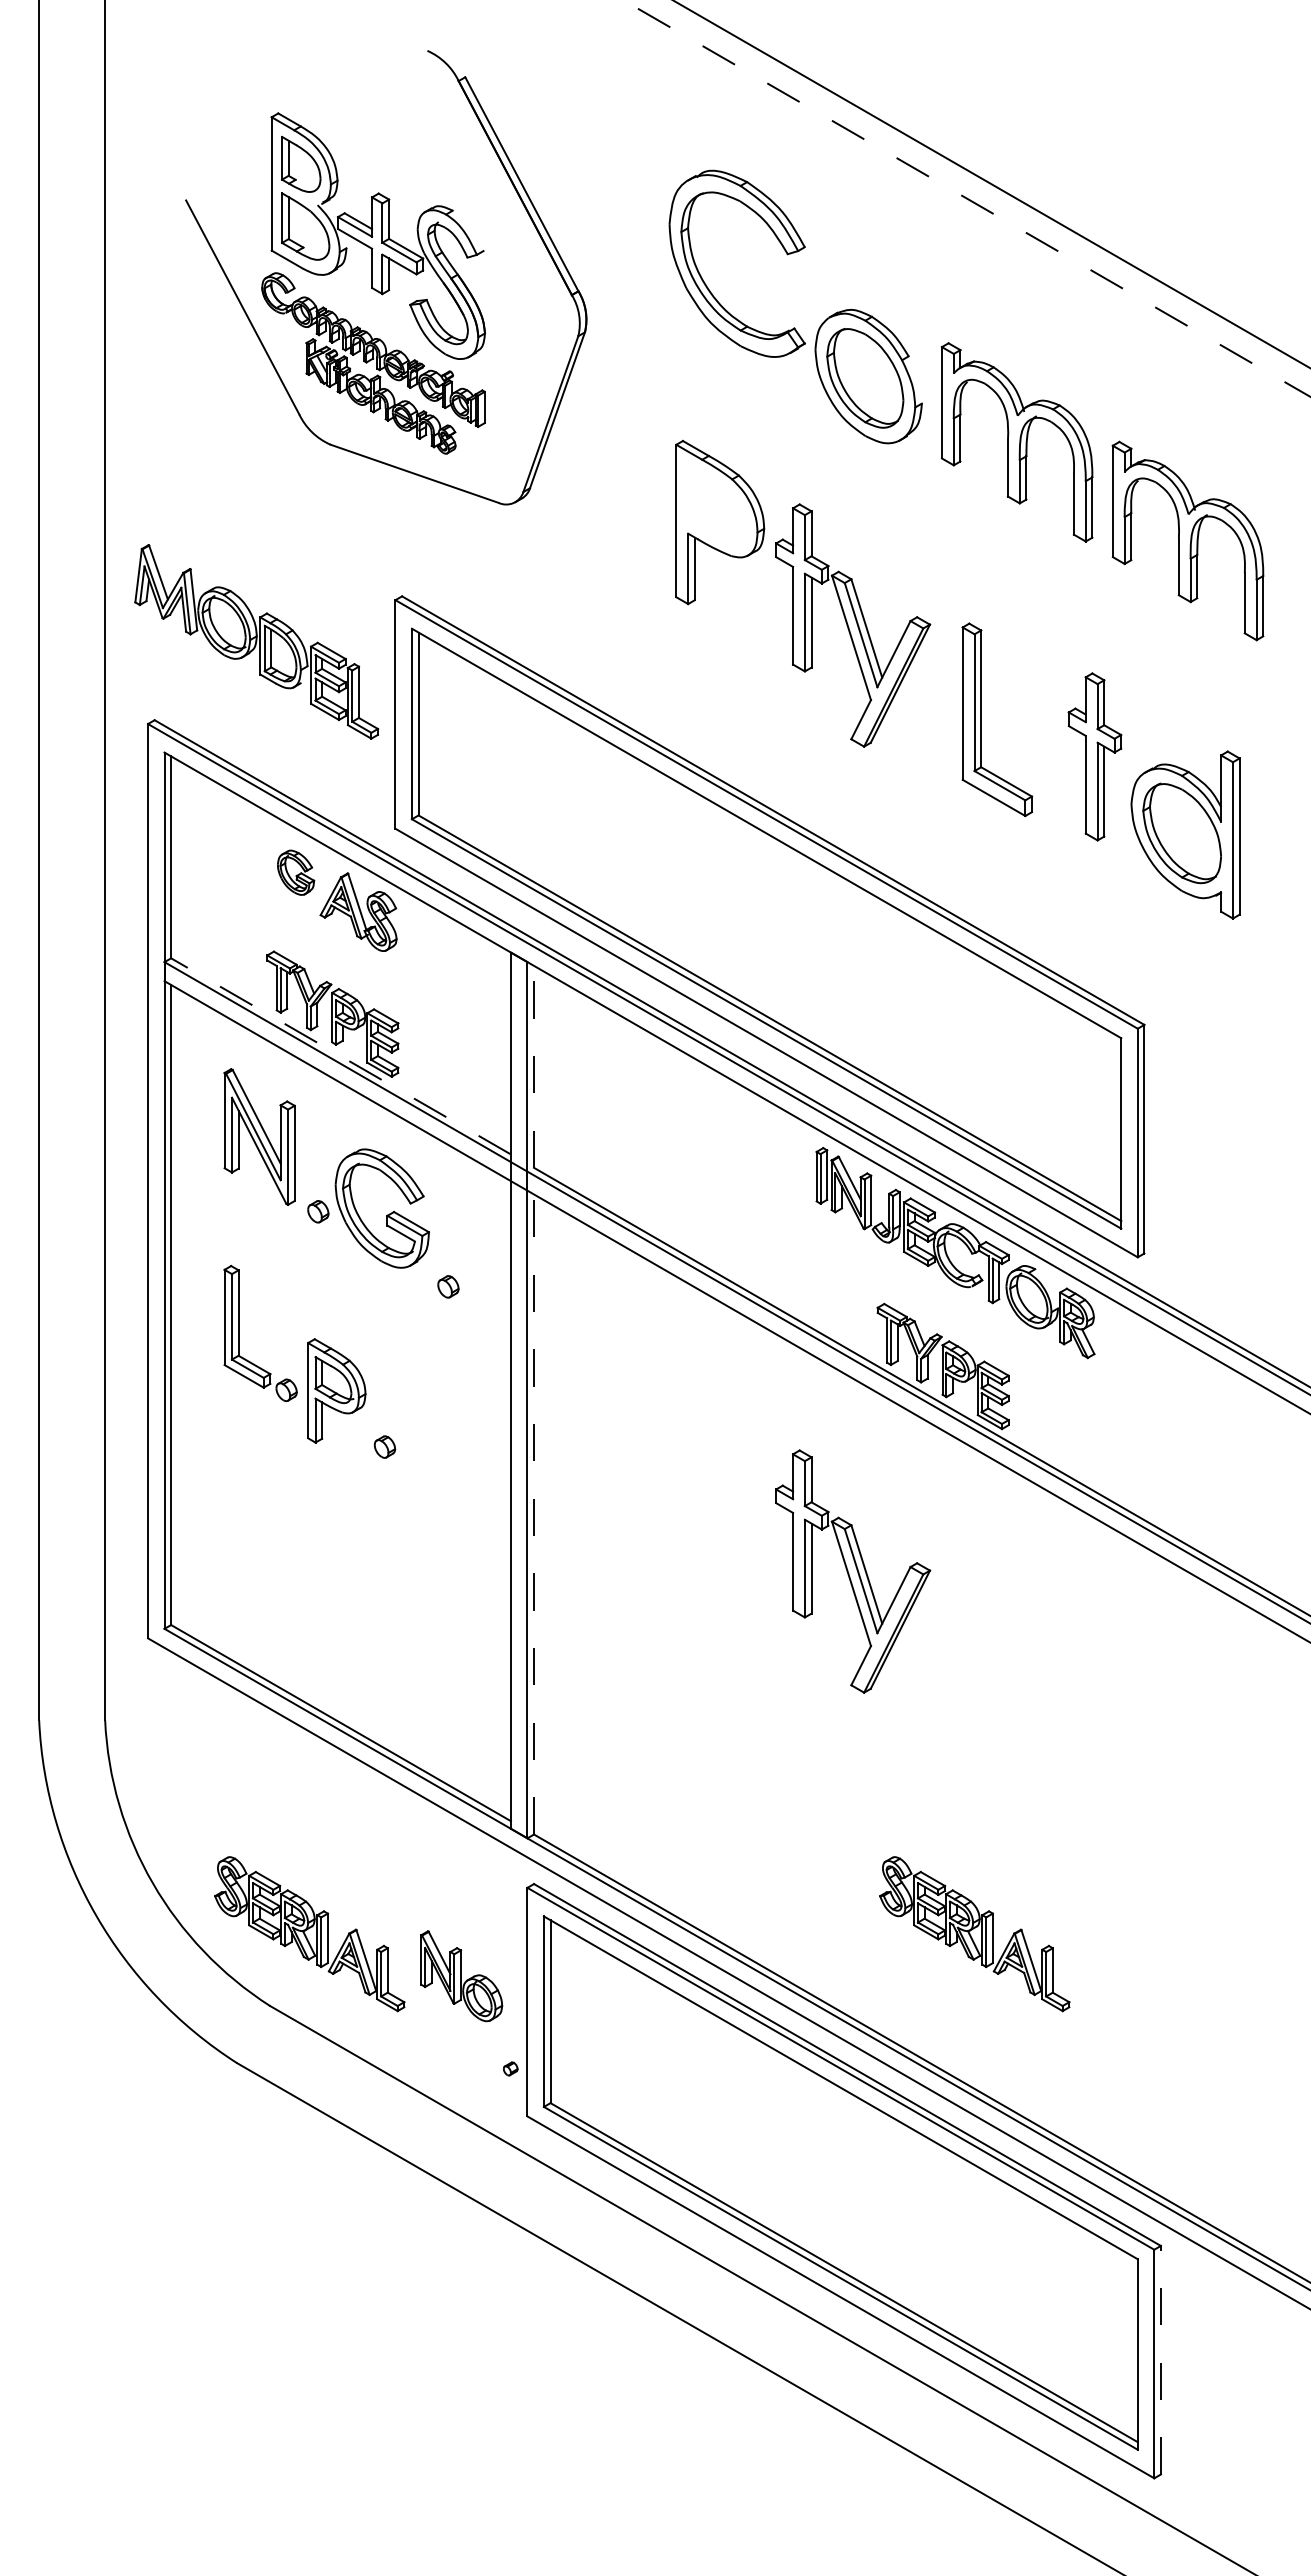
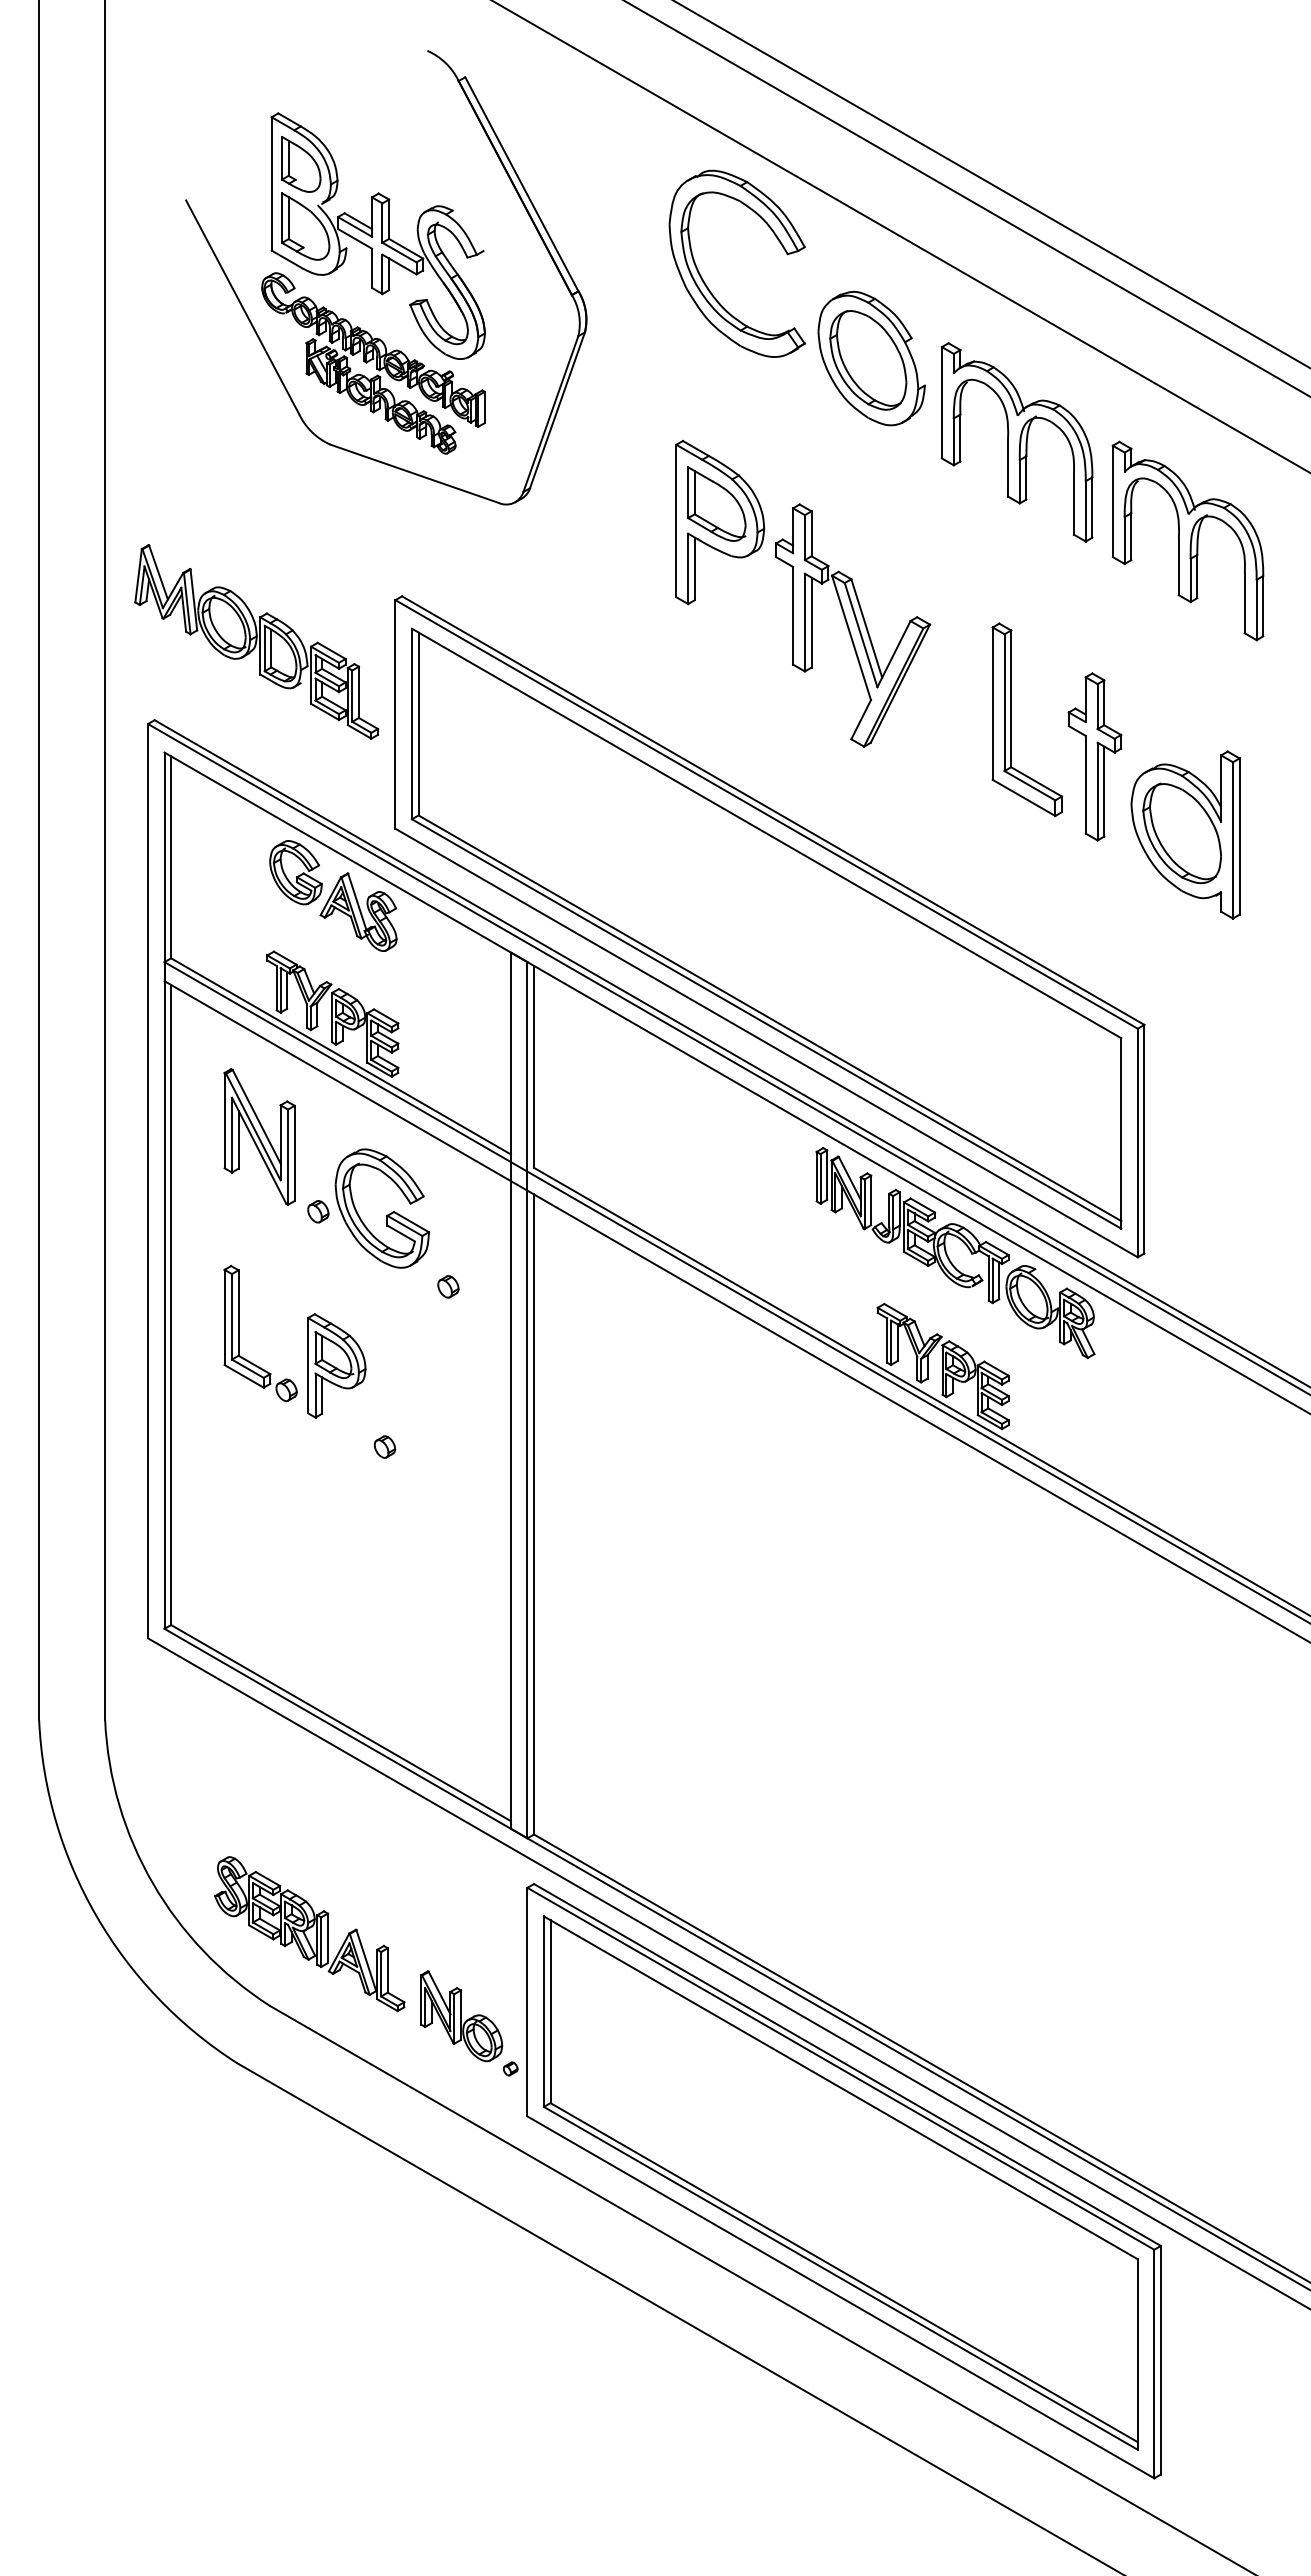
line at (967, 198): dashed -> solid
line at (900, 236): none -> present
part at (868, 376) position: (868, 376) -> (871, 358)
part at (716, 503): none -> present
part at (981, 719) position: (981, 719) -> (1011, 719)
part at (296, 872) size: 39x47 px -> 54x66 px
line at (340, 1056): dashed -> solid
line at (534, 1066): dashed -> solid
part at (336, 1390) position: (336, 1390) -> (336, 1365)
line at (534, 1514): dashed -> solid
part at (853, 1571): present -> none
part at (974, 1934): present -> none
part at (461, 1976) position: (461, 1976) -> (461, 2016)
line at (1160, 2359): dashed -> solid
